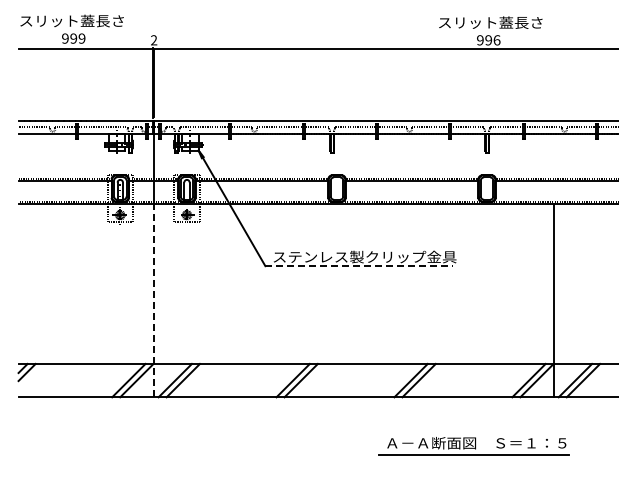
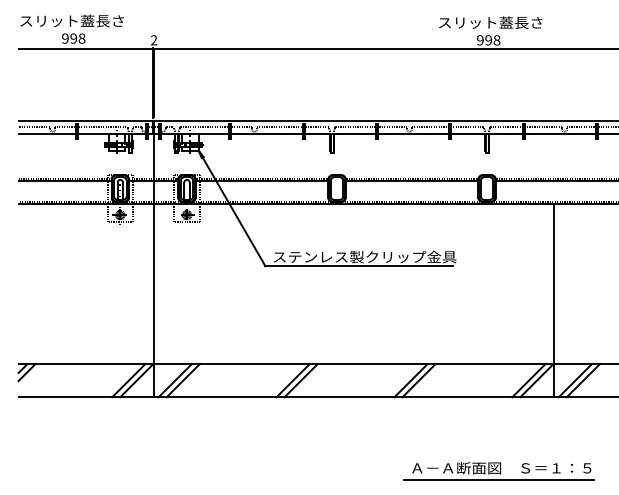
text at (81, 38): 999 -> 998
text at (496, 40): 996 -> 998
line at (359, 266): dashed -> solid
line at (153, 300): dashed -> solid
part at (473, 446) position: (473, 446) -> (498, 471)
